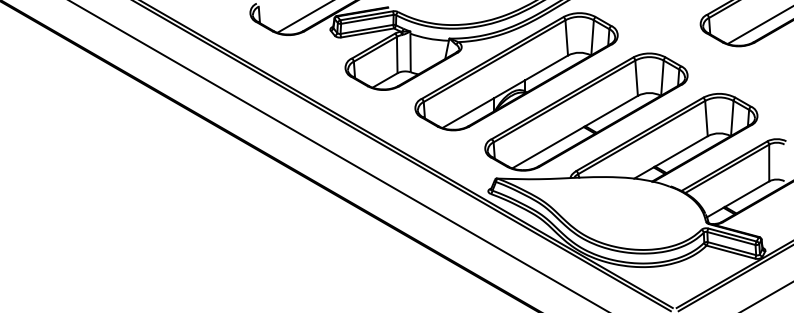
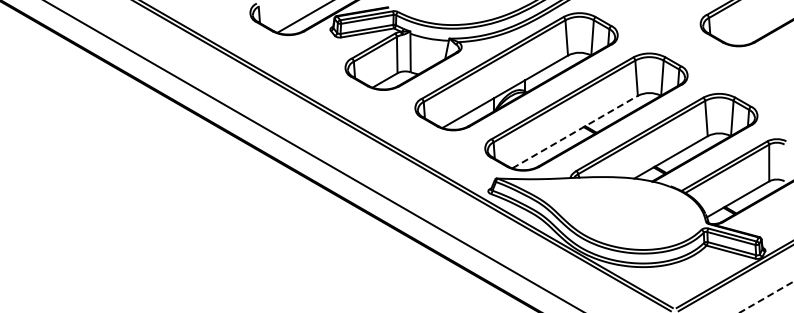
line at (758, 25): present -> none
line at (575, 131): solid -> dashed
line at (338, 155) position: (338, 155) -> (313, 155)
line at (766, 297): solid -> dashed
